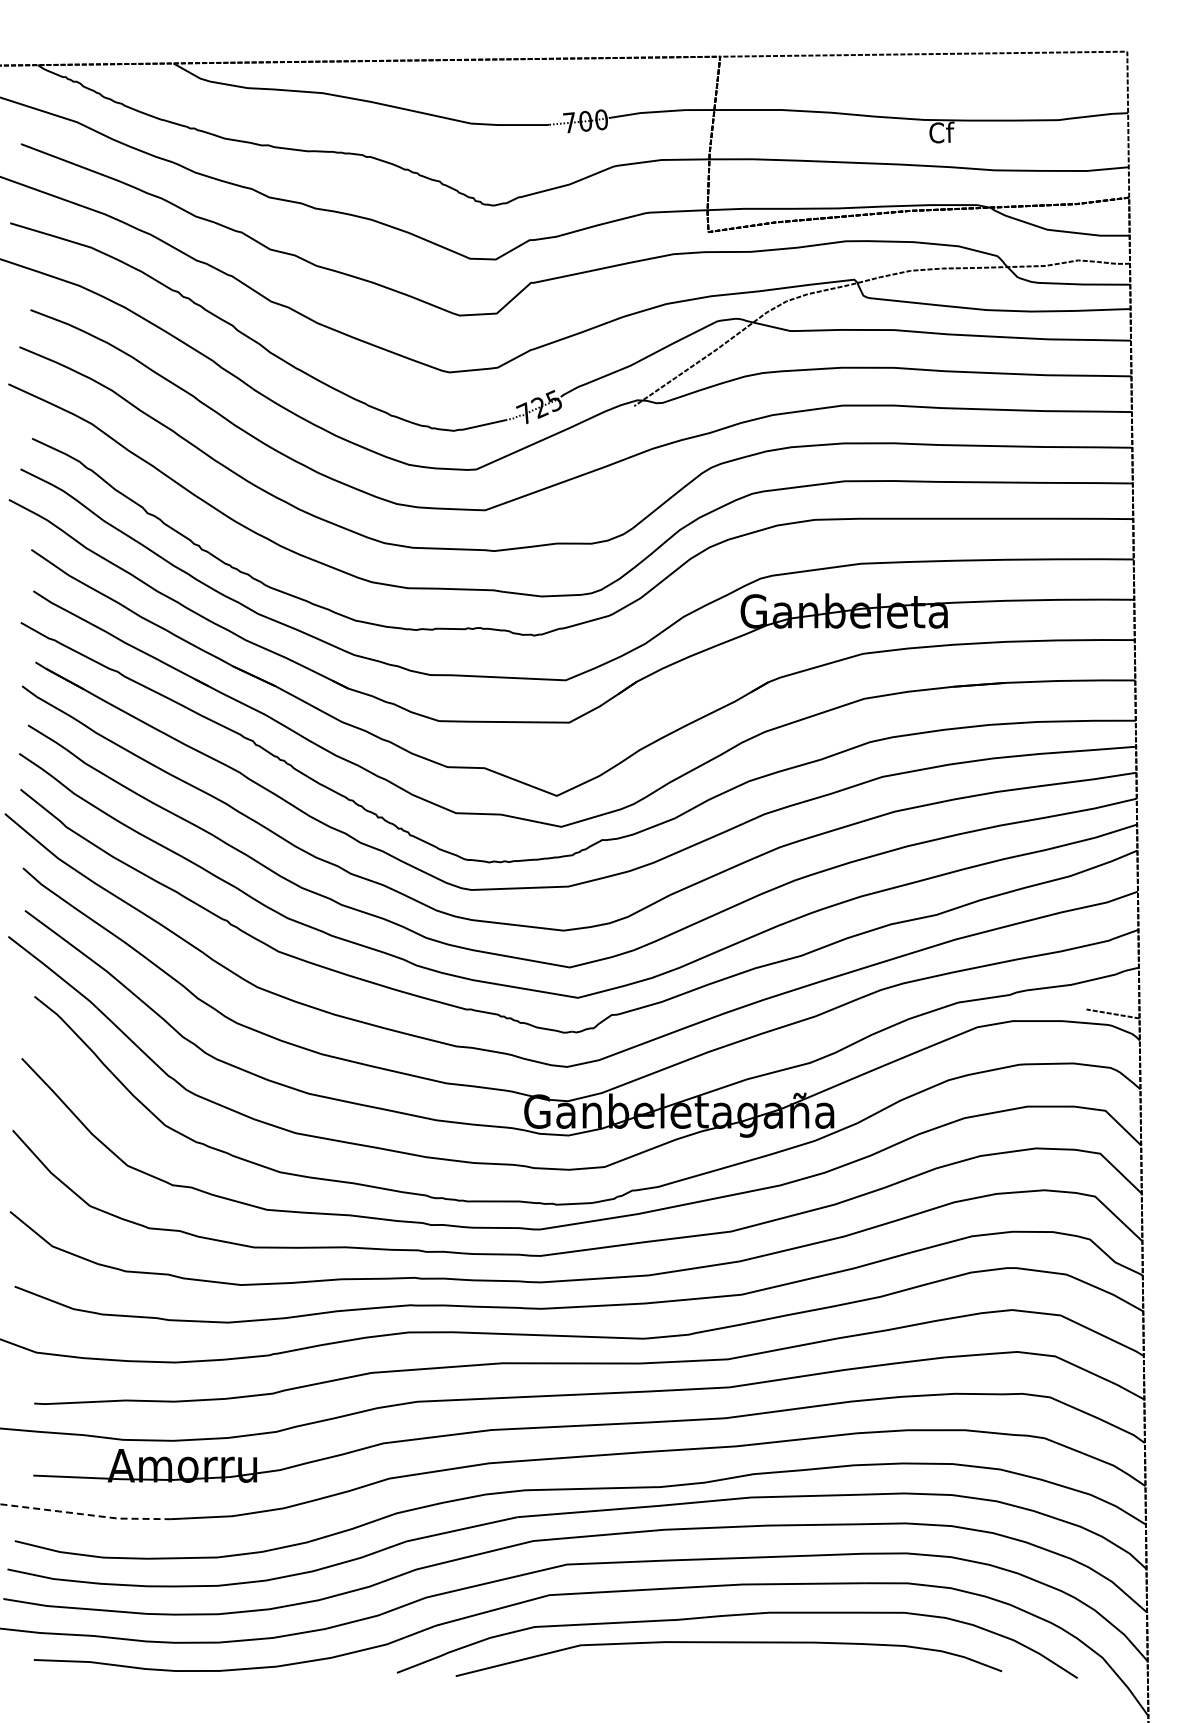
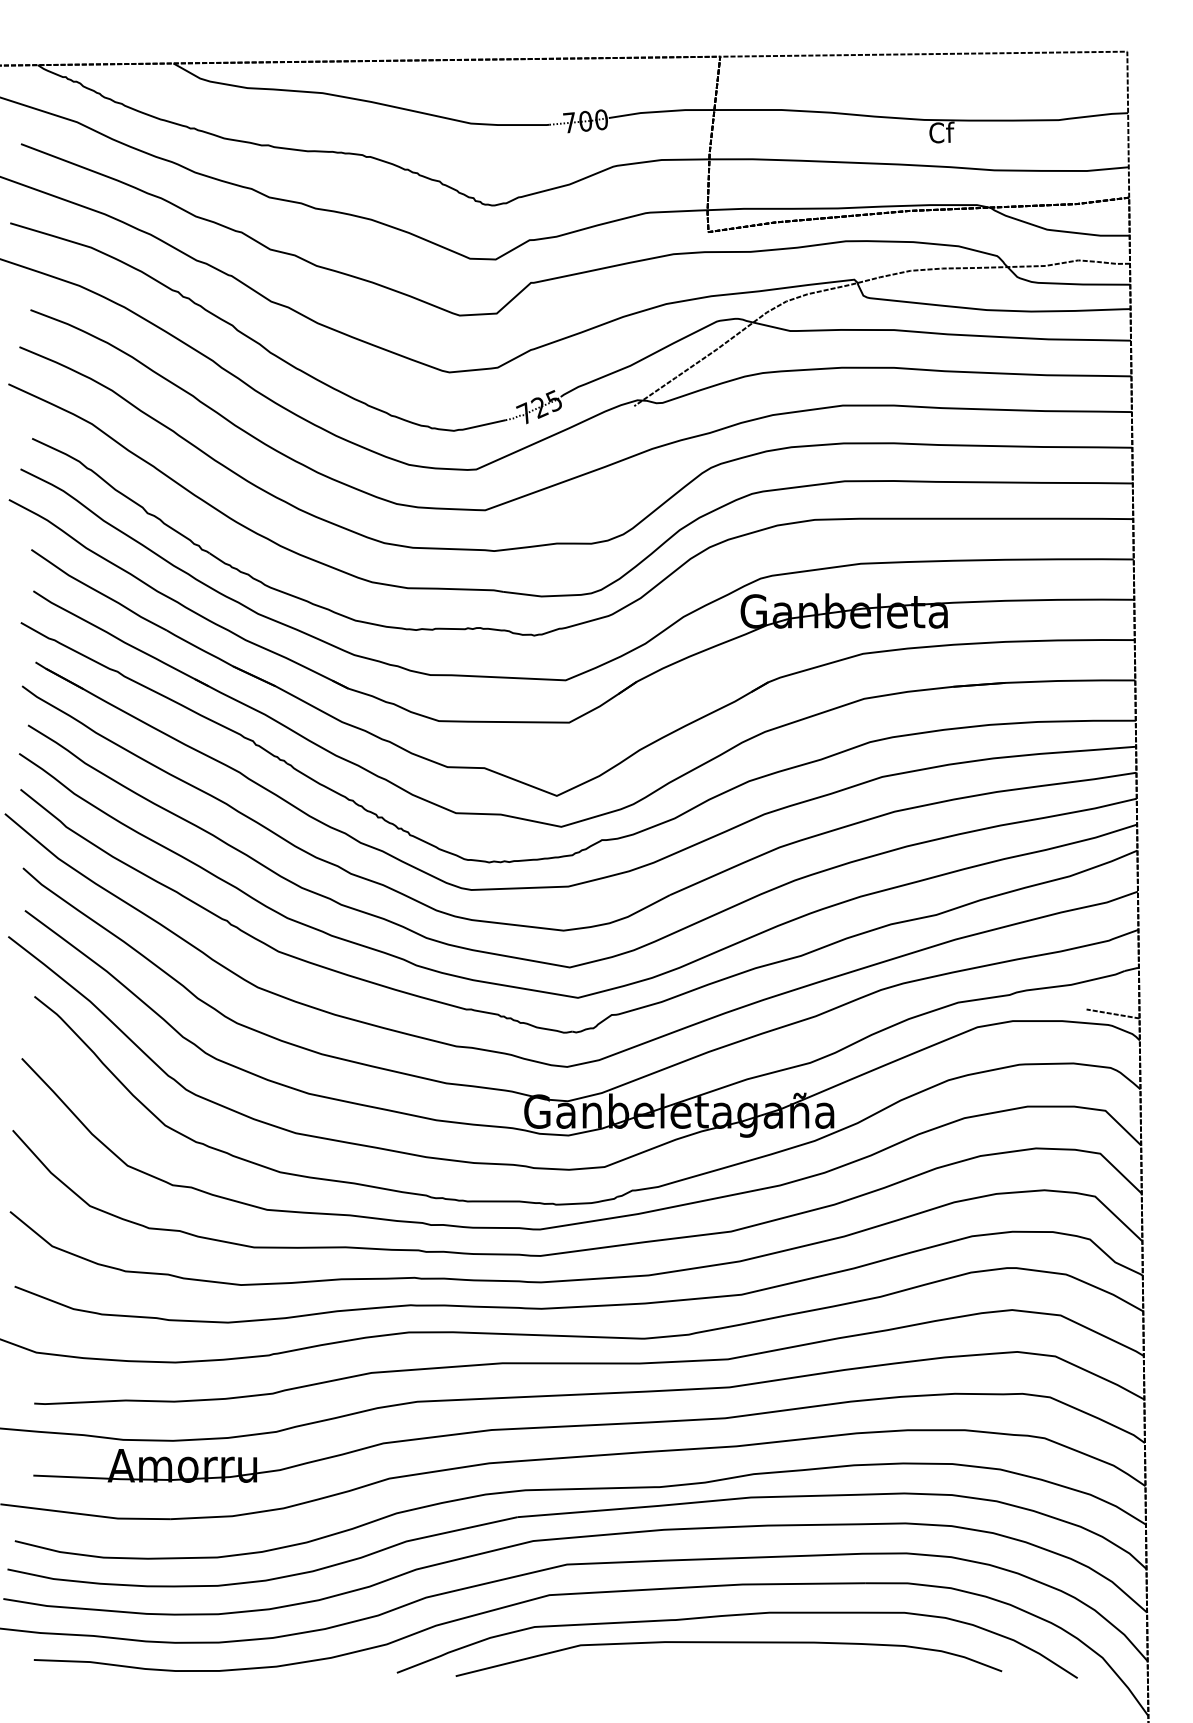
line at (85, 1514): dashed -> solid
